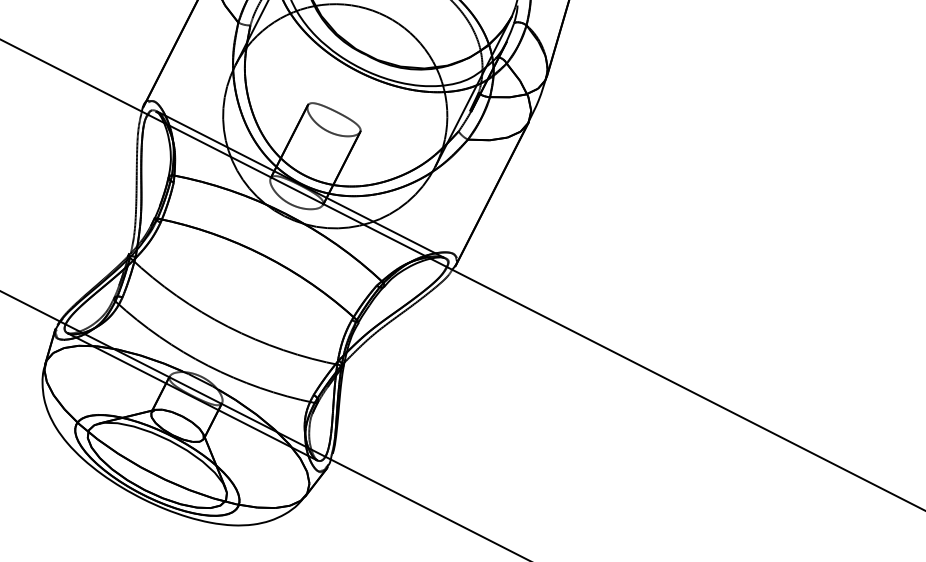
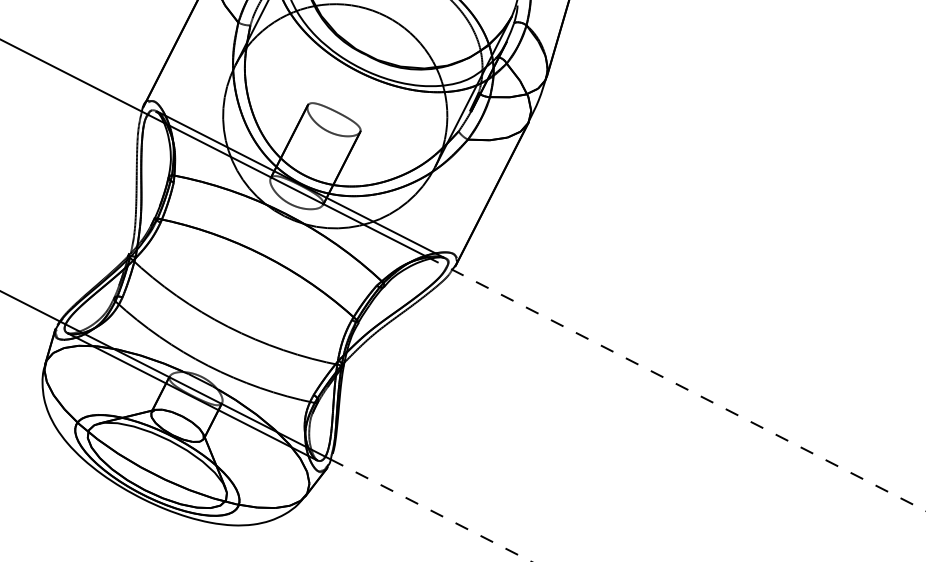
line at (677, 384): solid -> dashed
line at (431, 510): solid -> dashed
